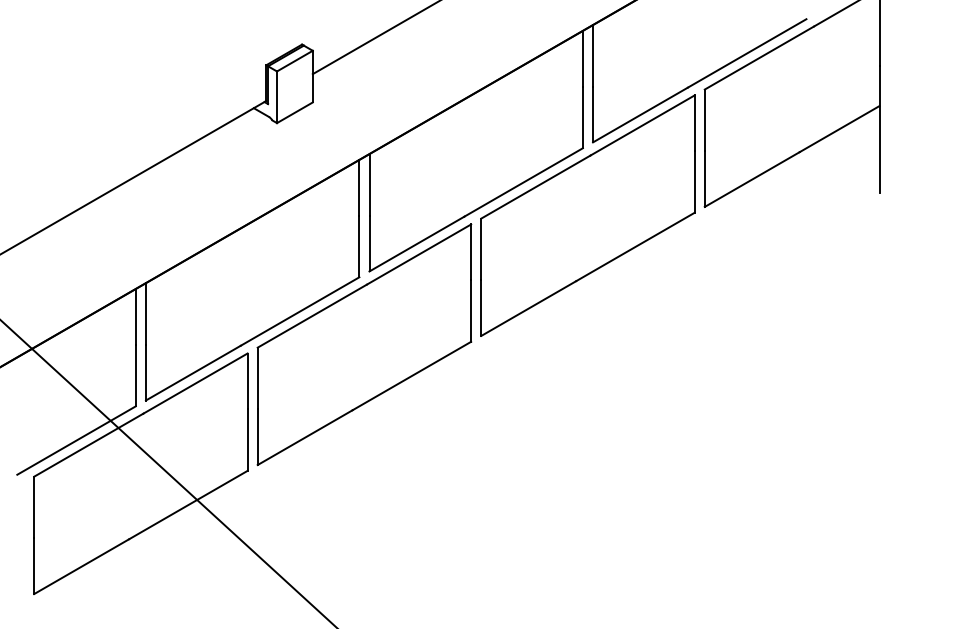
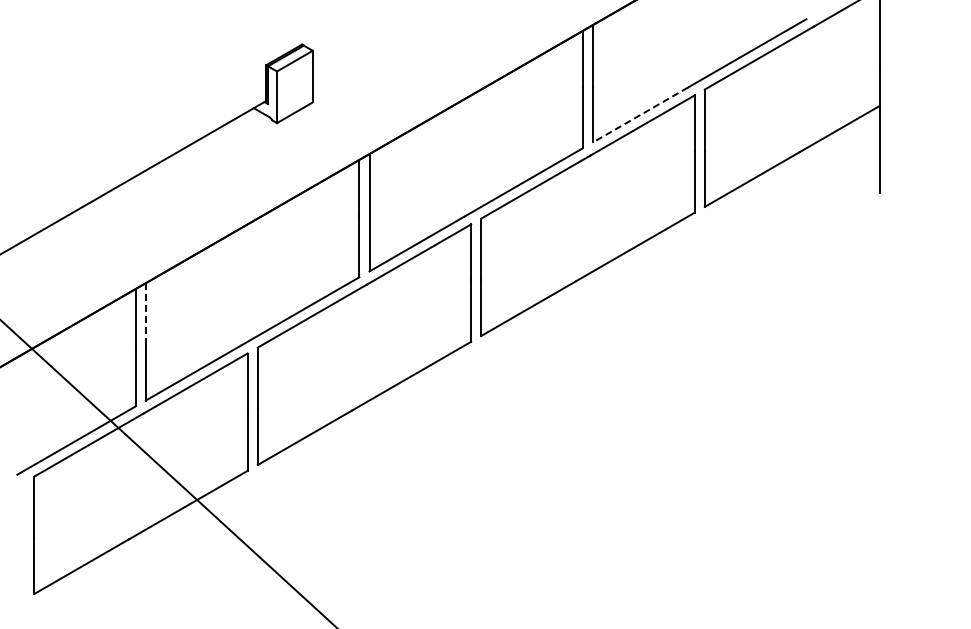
line at (374, 38): present -> none
line at (640, 115): solid -> dashed
line at (145, 313): solid -> dashed
